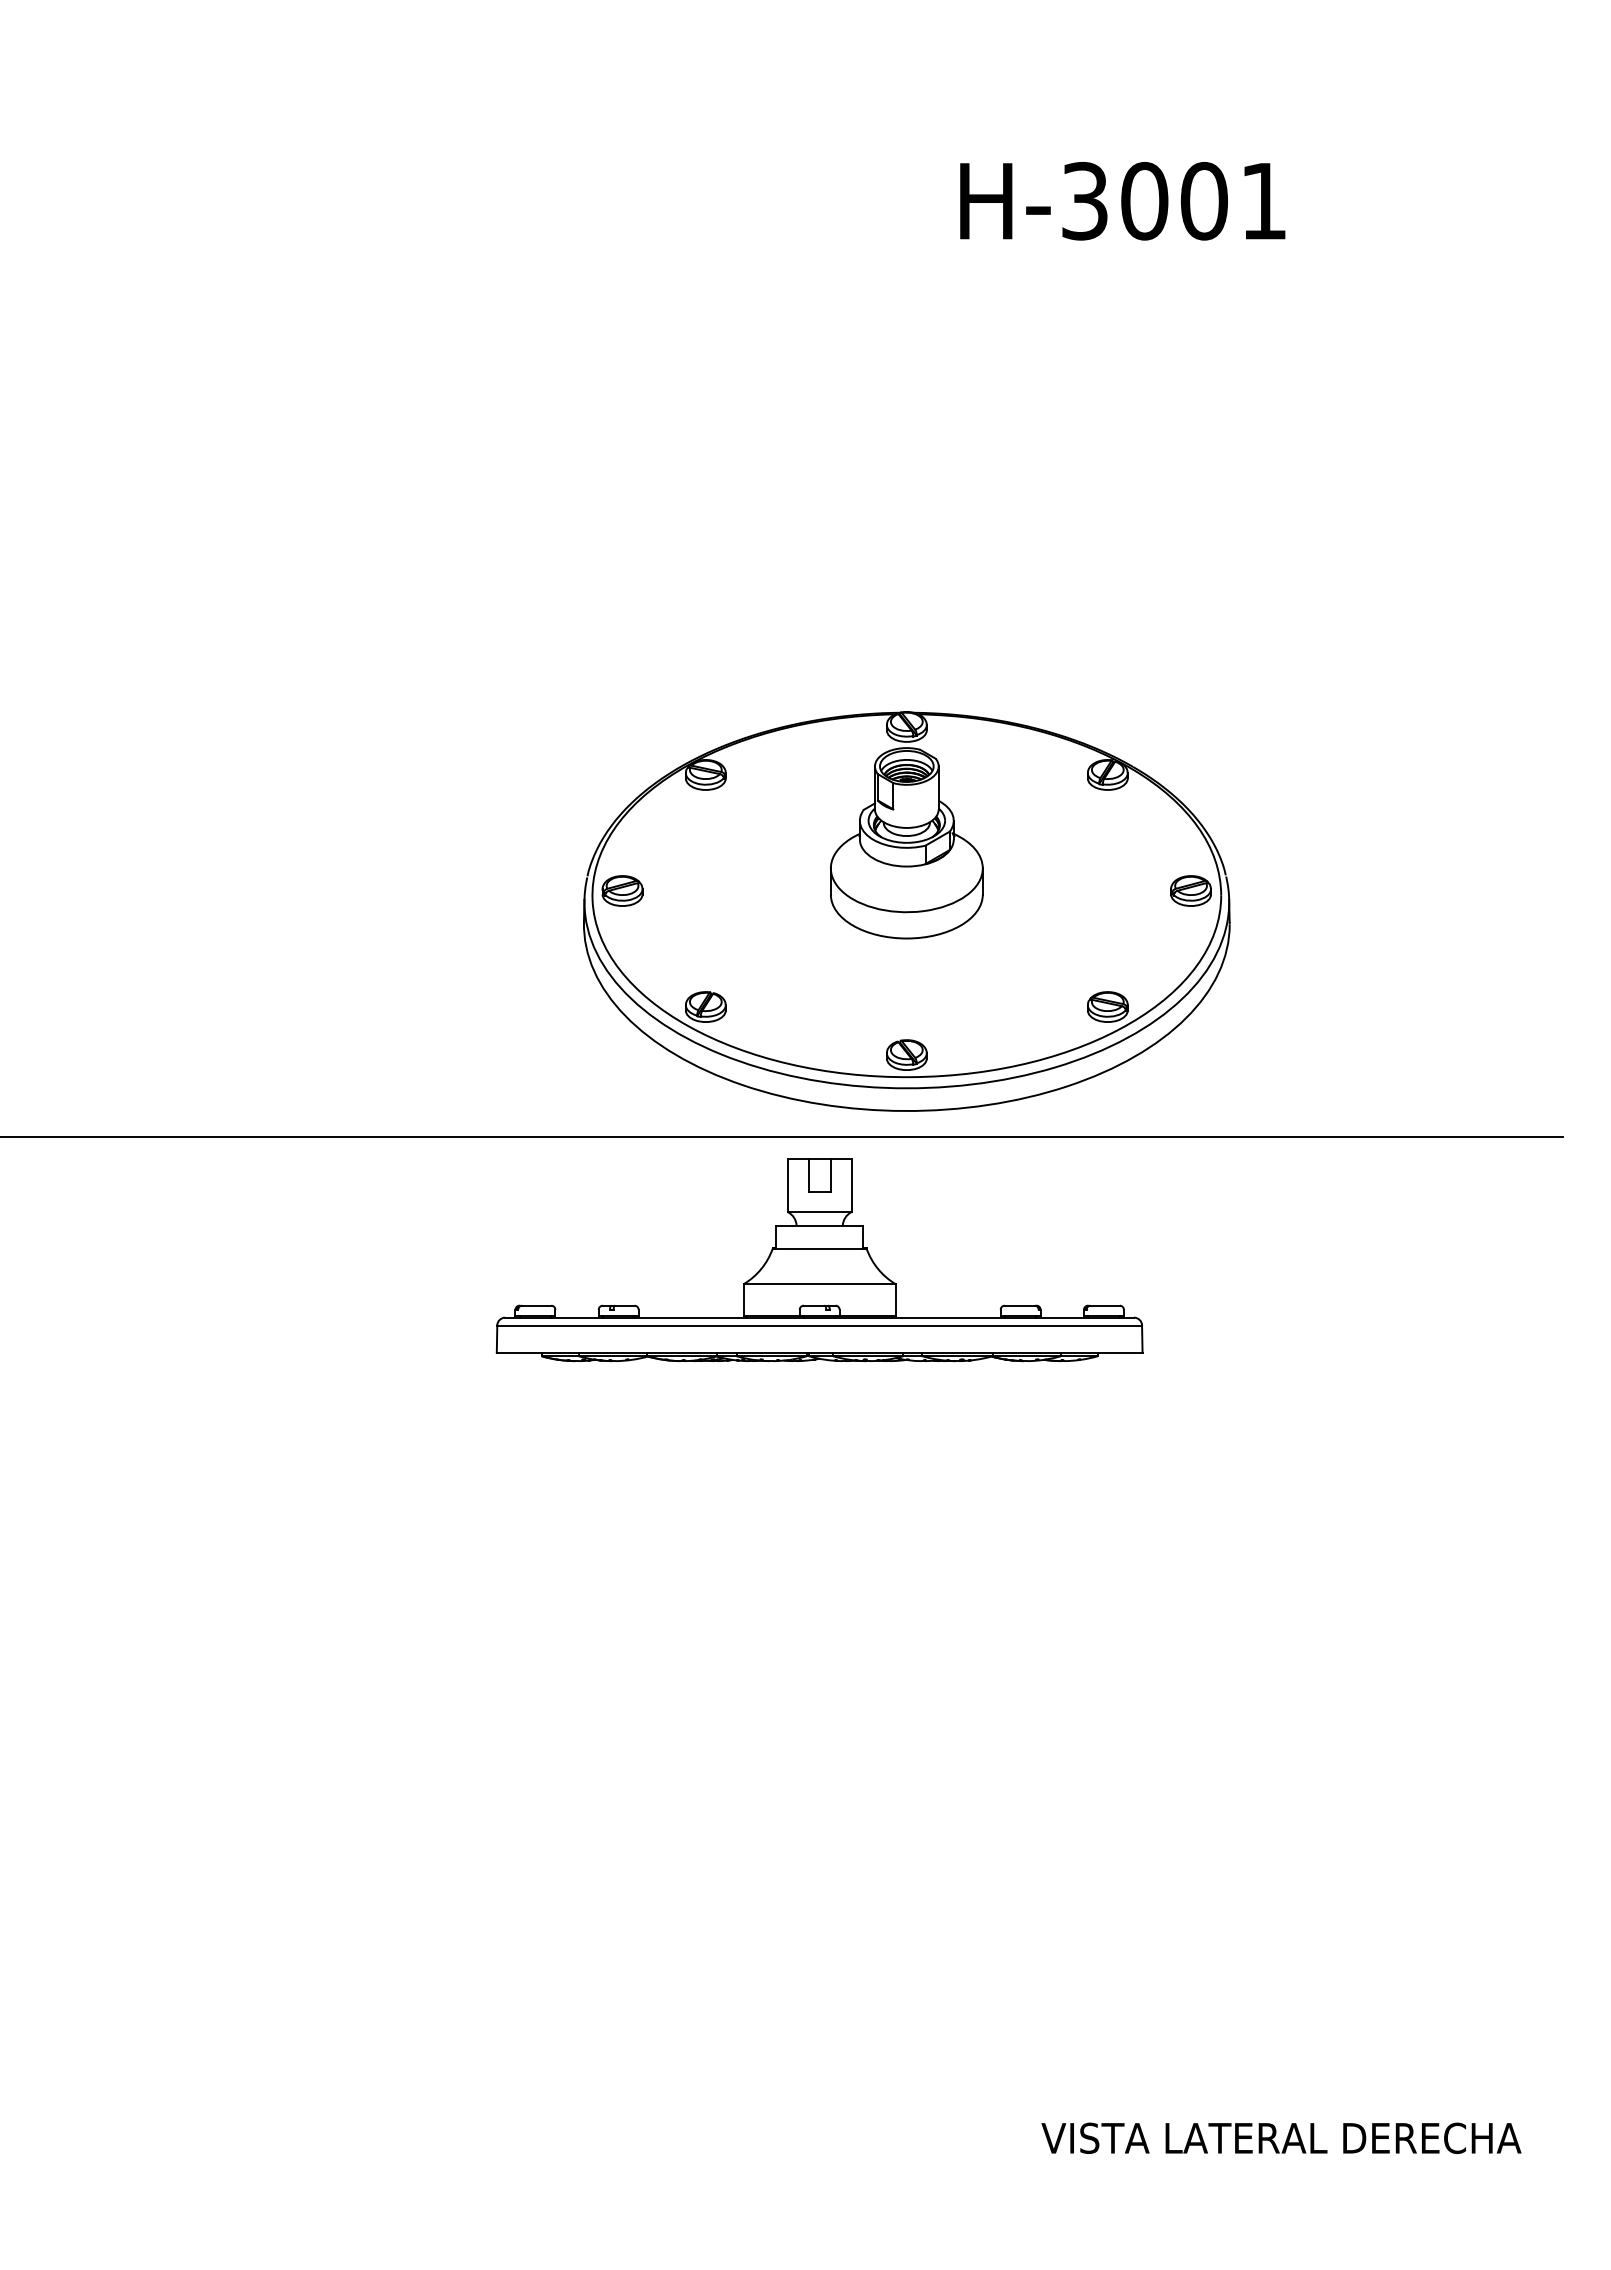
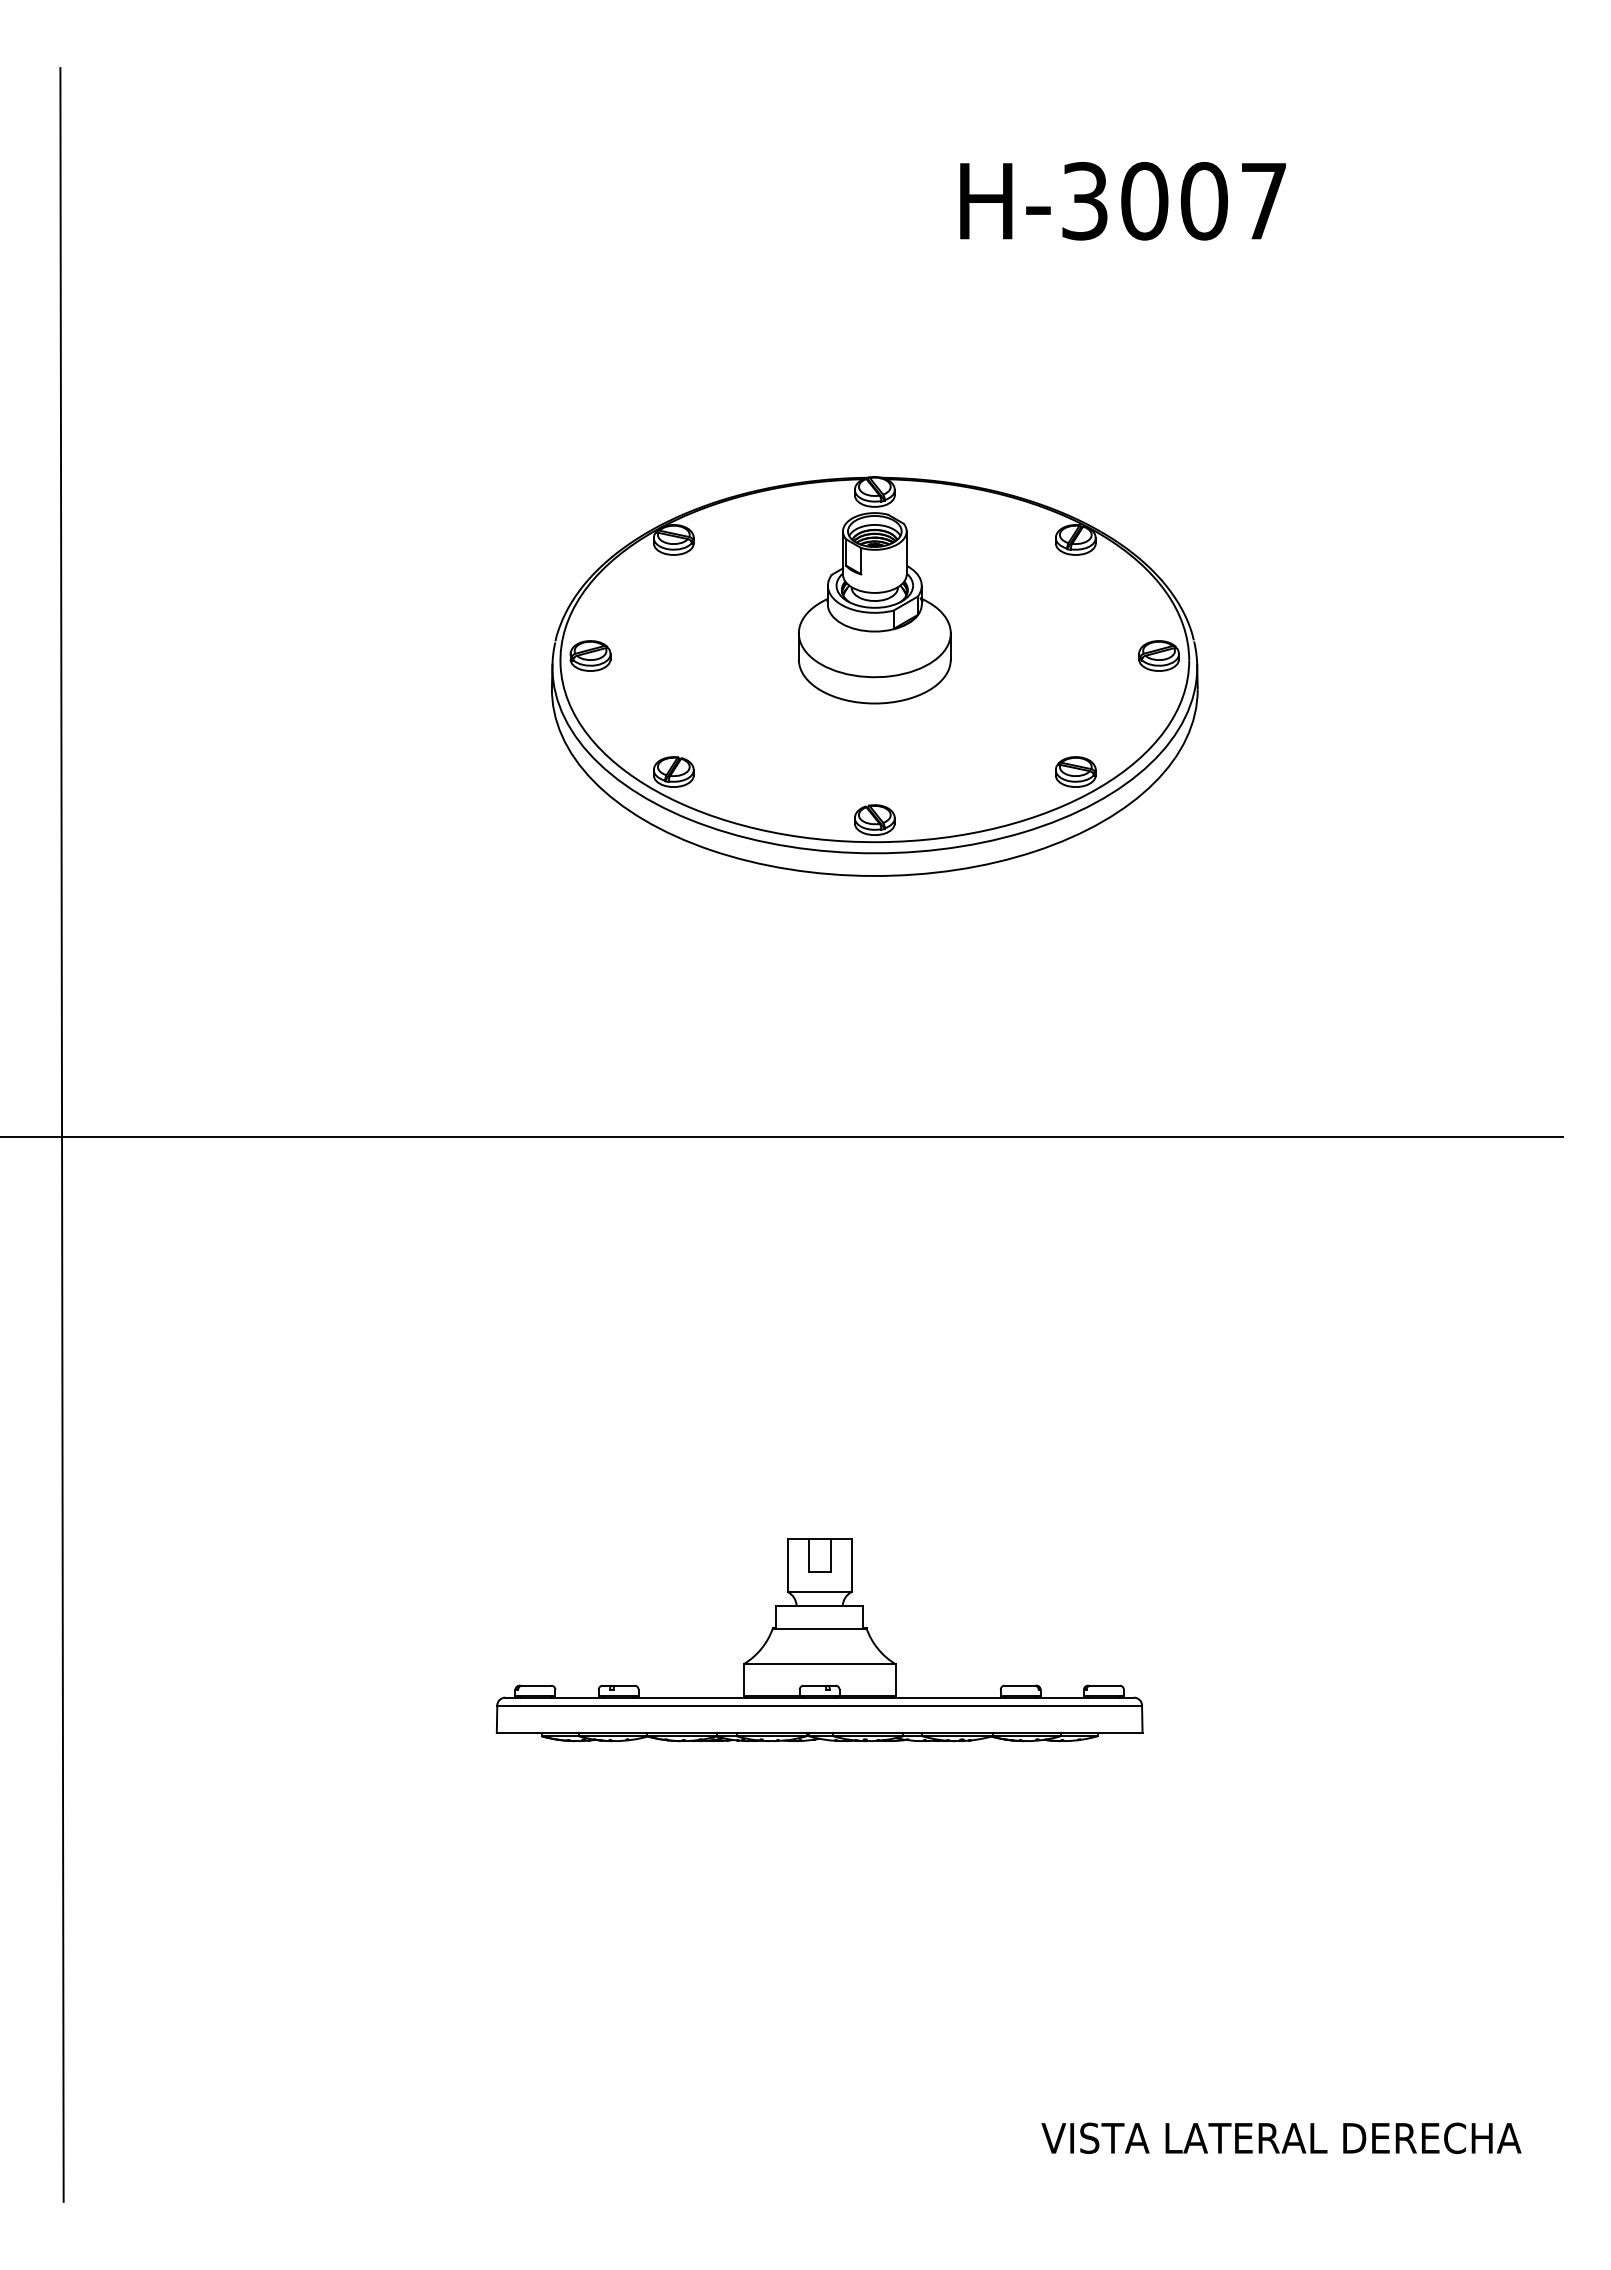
text at (1263, 201): H-3001 -> H-3007
part at (906, 911) position: (906, 911) -> (874, 676)
line at (61, 1134): none -> present
part at (819, 1260) position: (819, 1260) -> (819, 1640)
